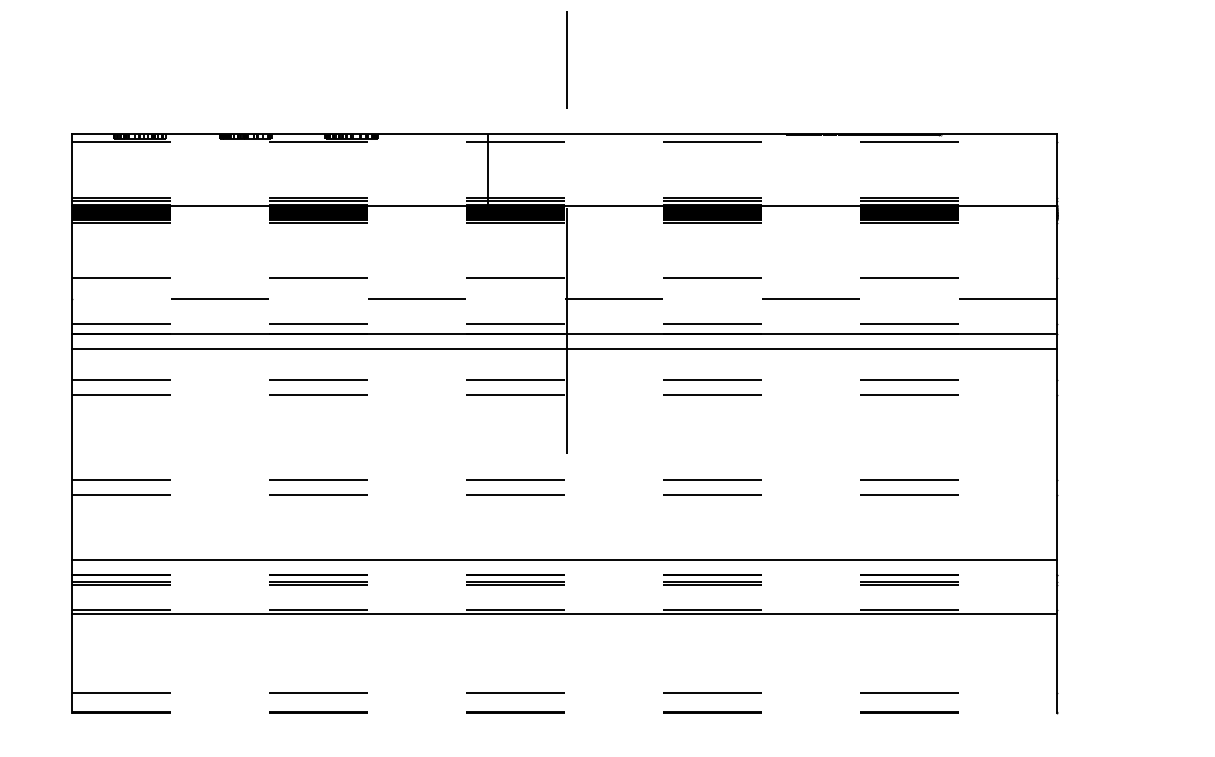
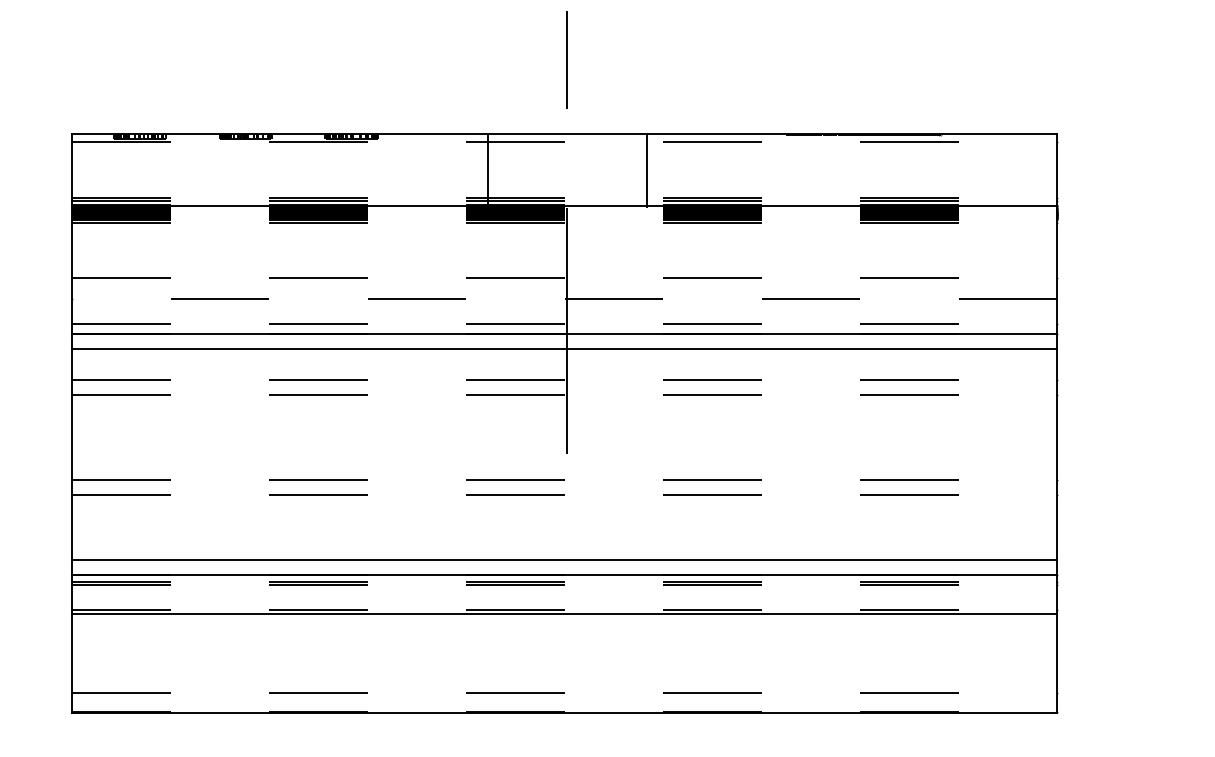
line at (646, 170): none -> present
line at (565, 575): dashed -> solid
line at (565, 712): dashed -> solid
